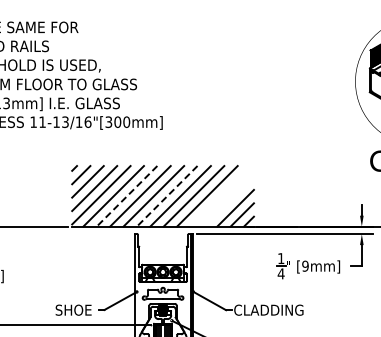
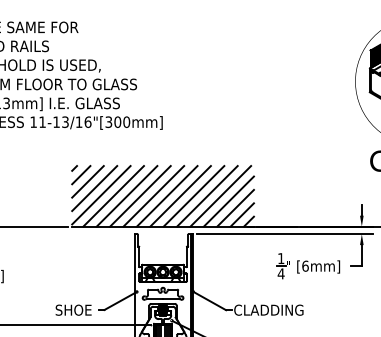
line at (127, 196): dashed -> solid
line at (167, 196): dashed -> solid
line at (220, 196): none -> present
line at (228, 201): none -> present
text at (305, 265): [9mm] -> [6mm]
